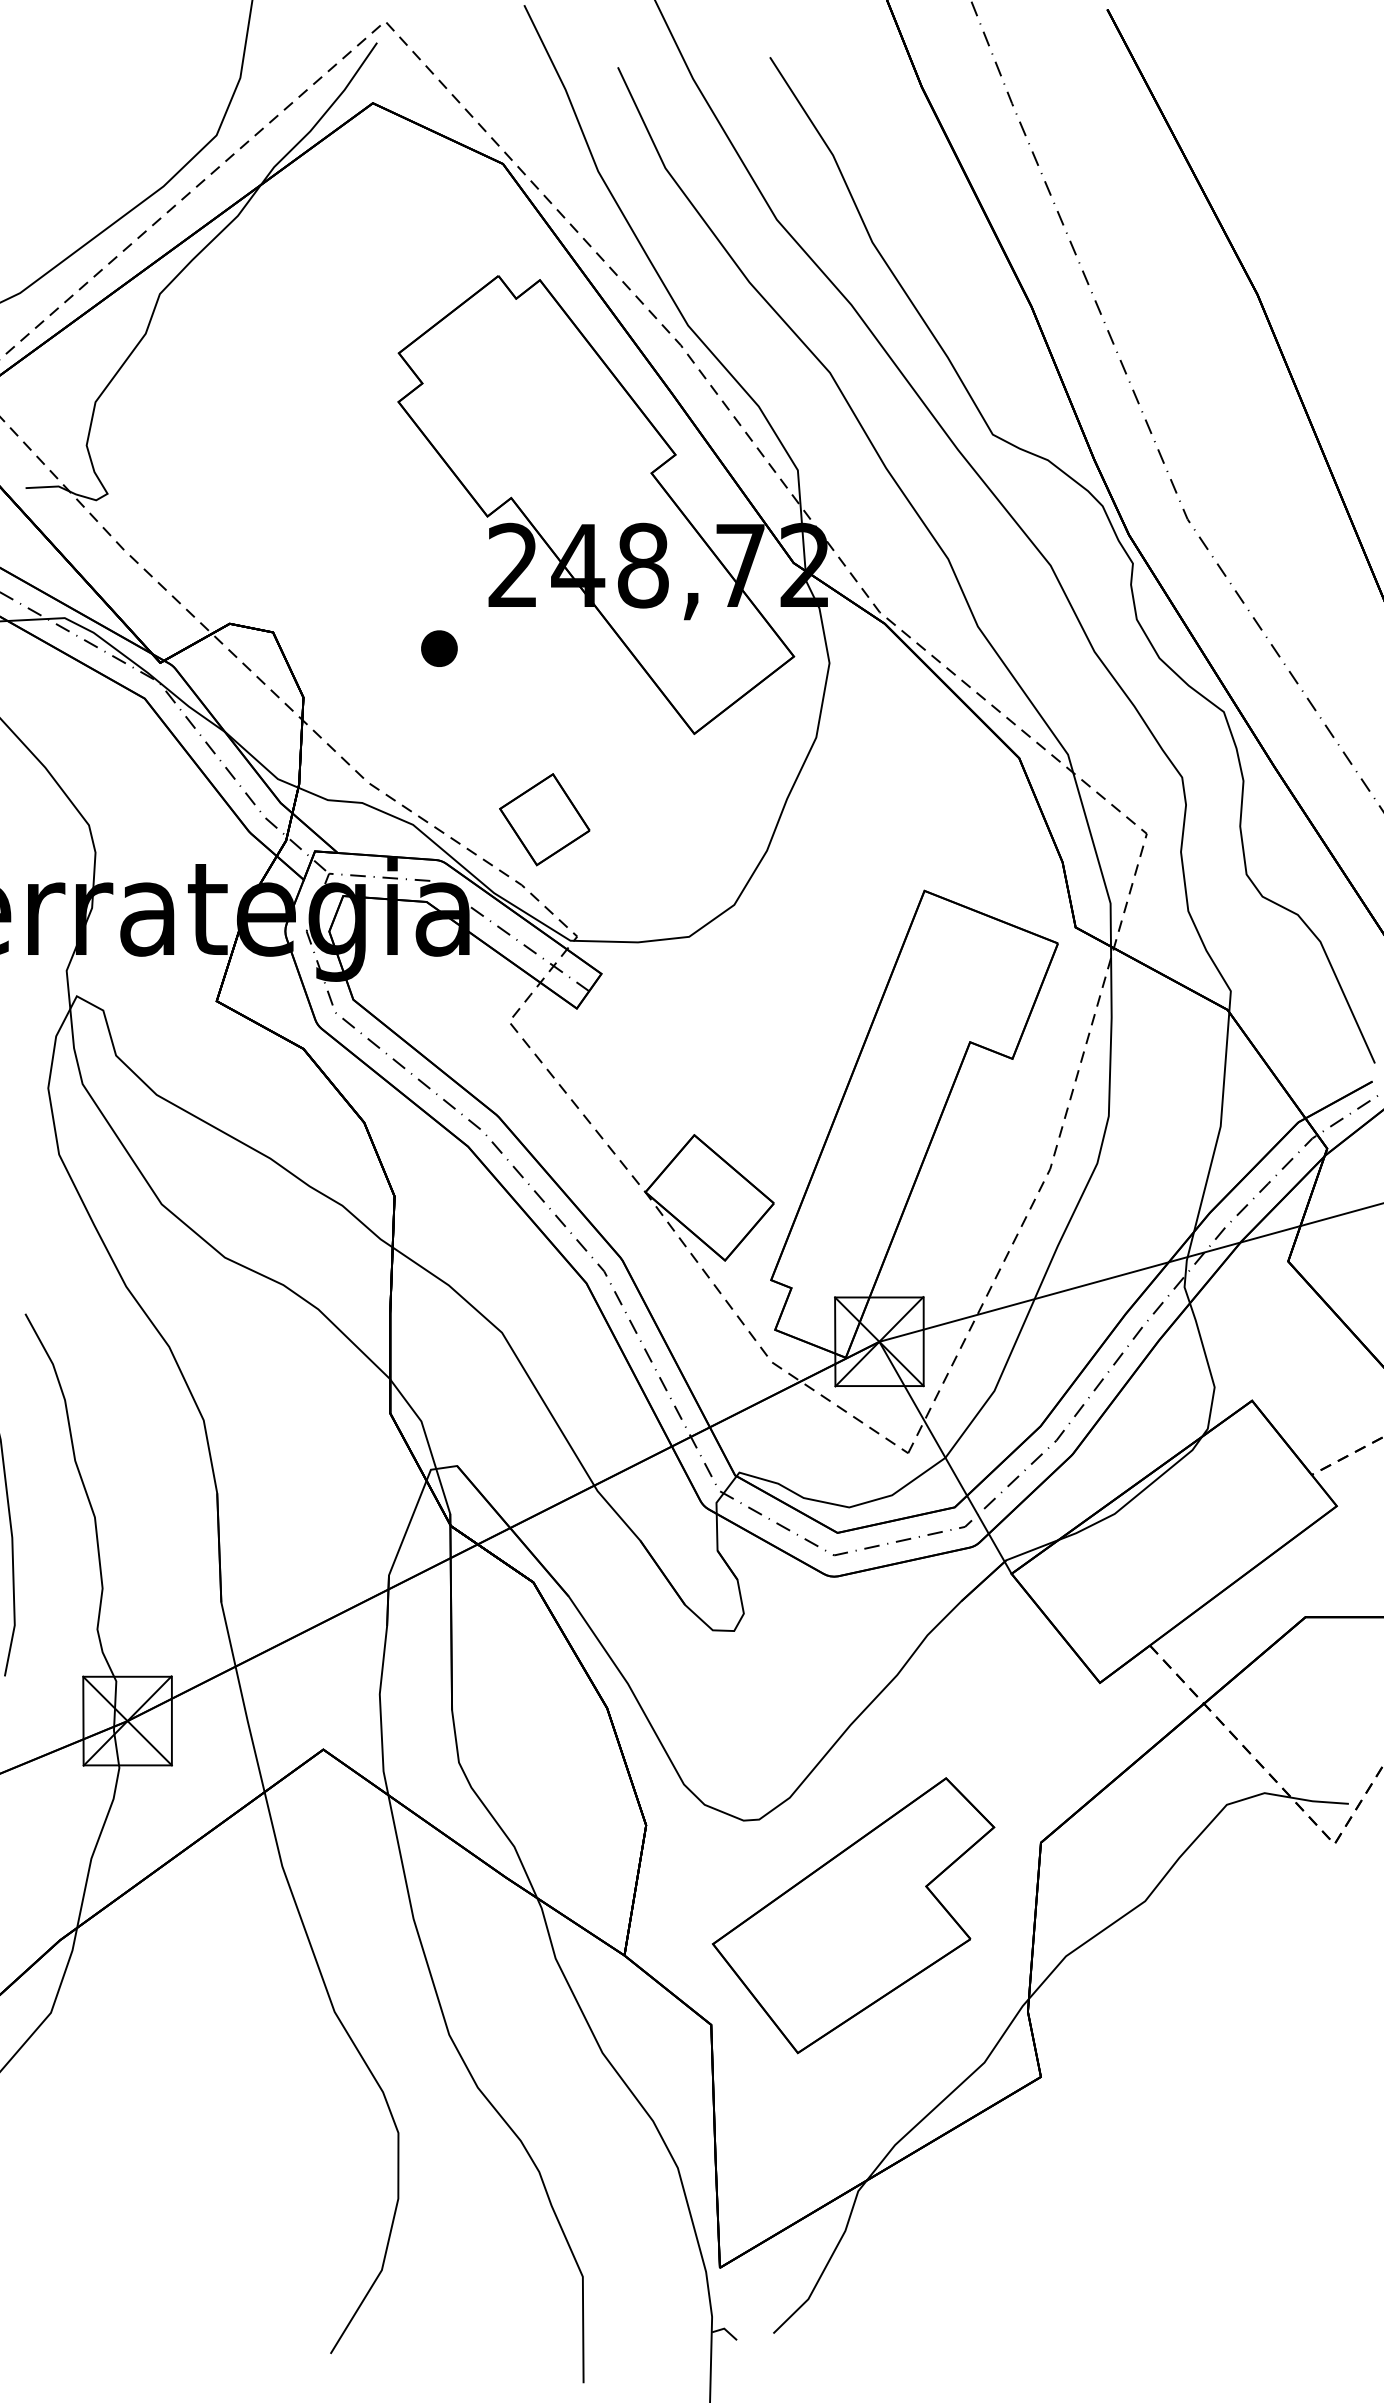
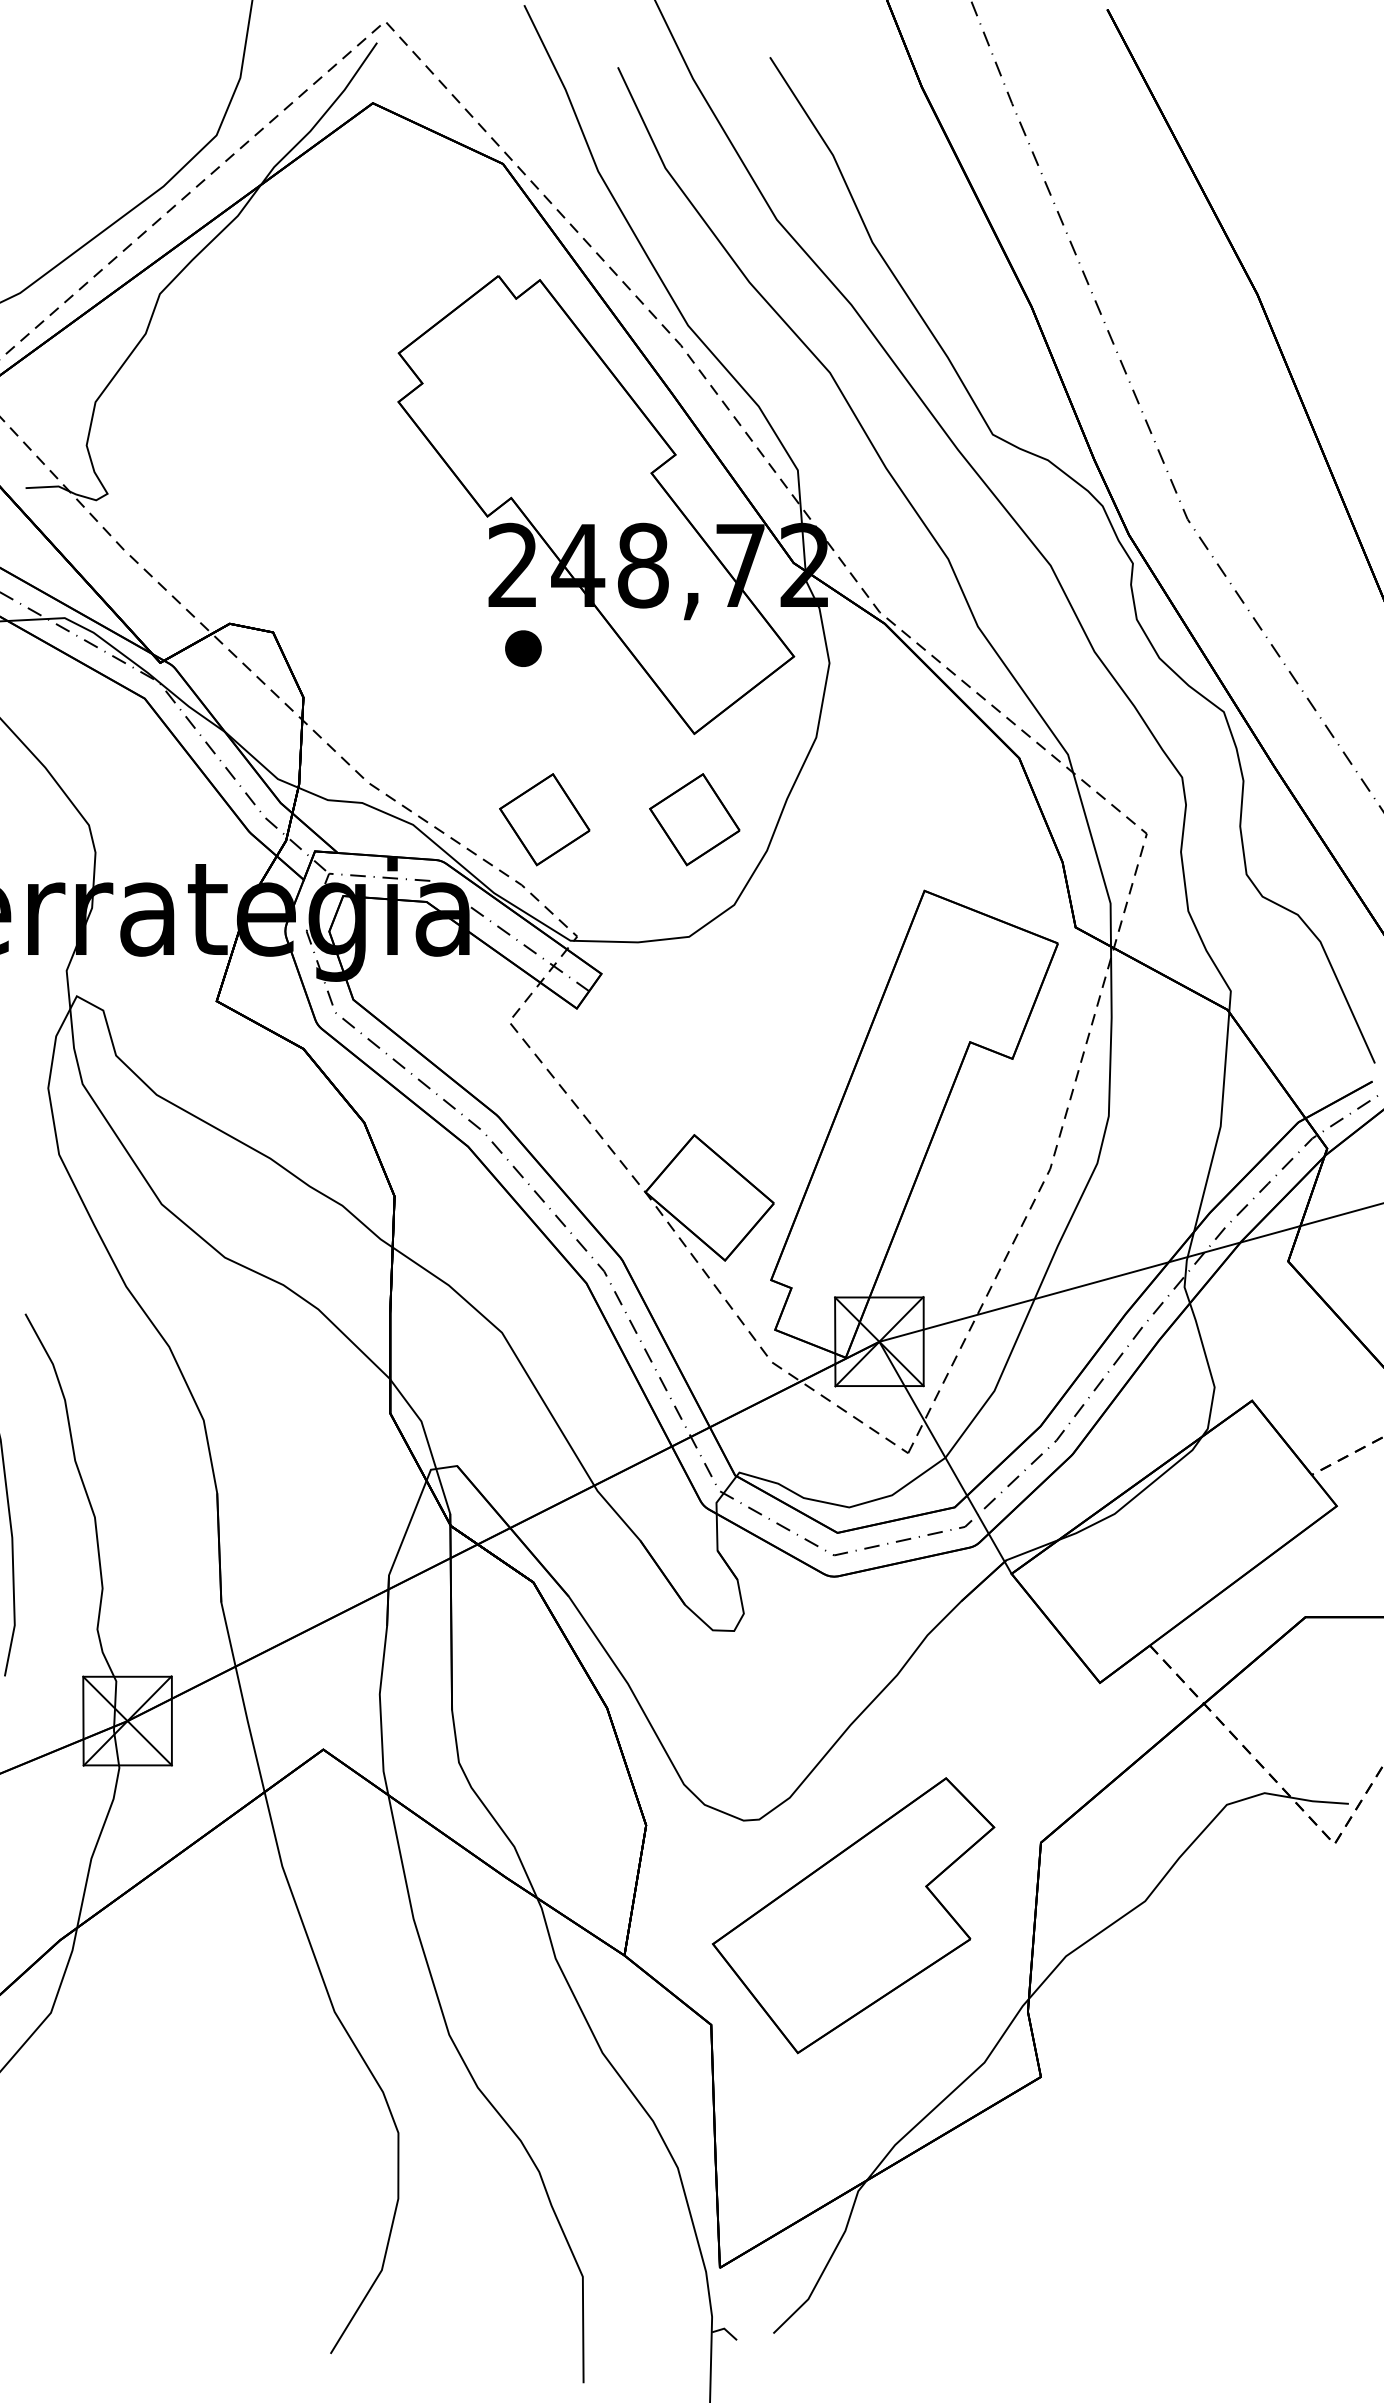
part at (439, 648) position: (439, 648) -> (523, 648)
part at (694, 819): none -> present
